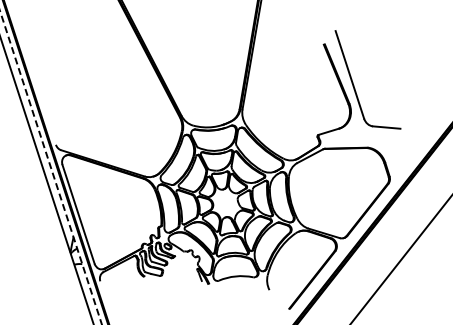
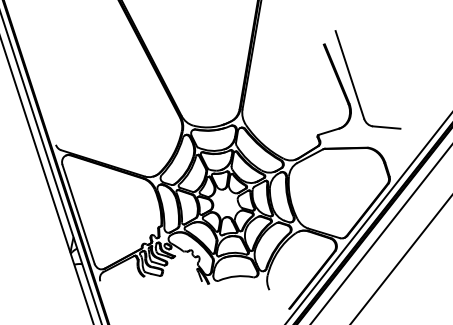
line at (50, 167): dashed -> solid
line at (368, 218): none -> present
line at (380, 234): none -> present
